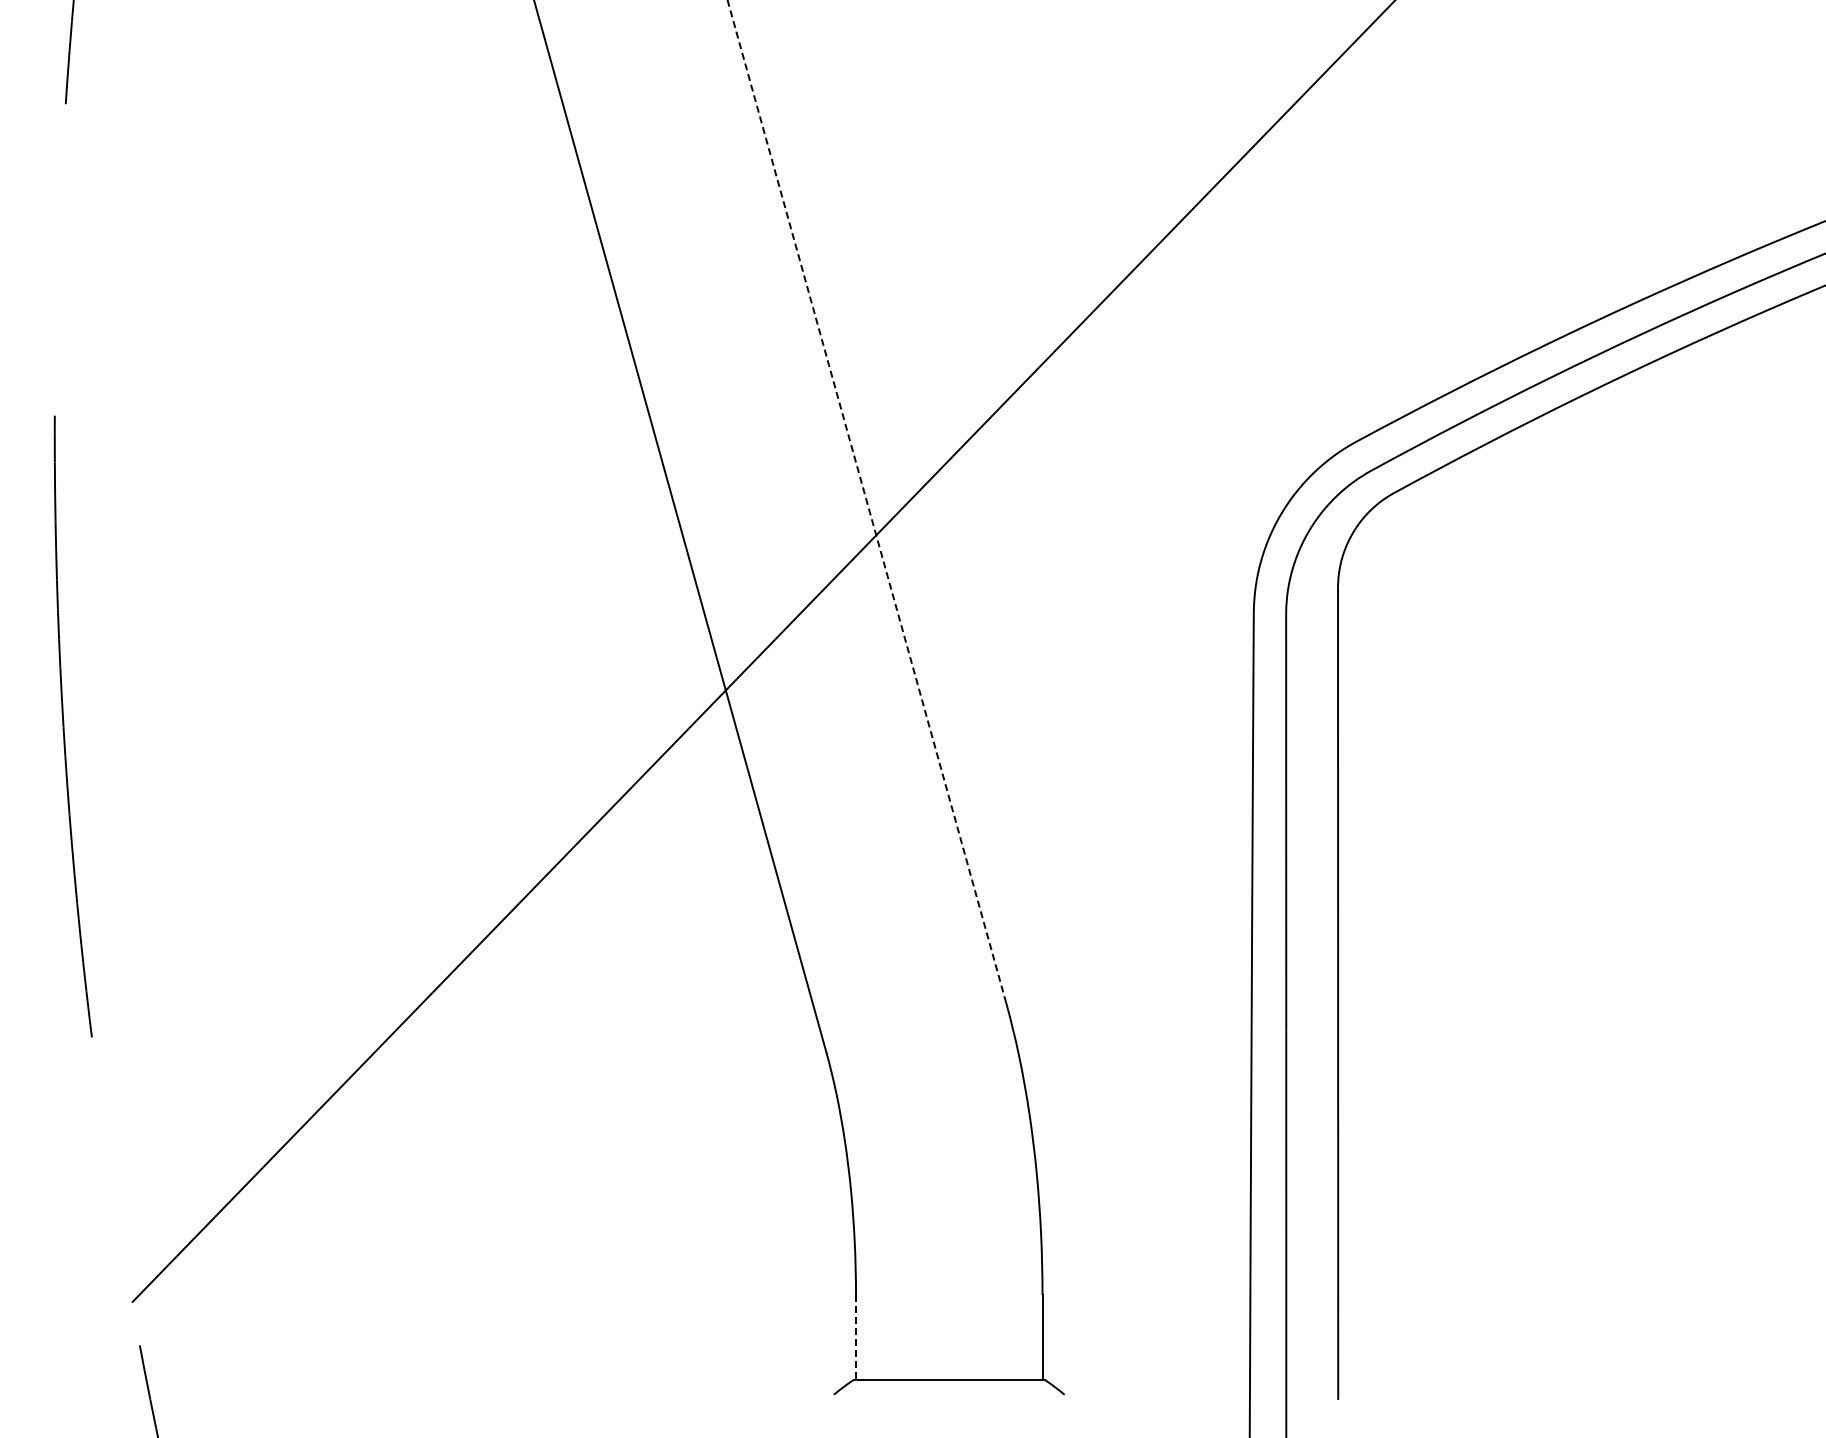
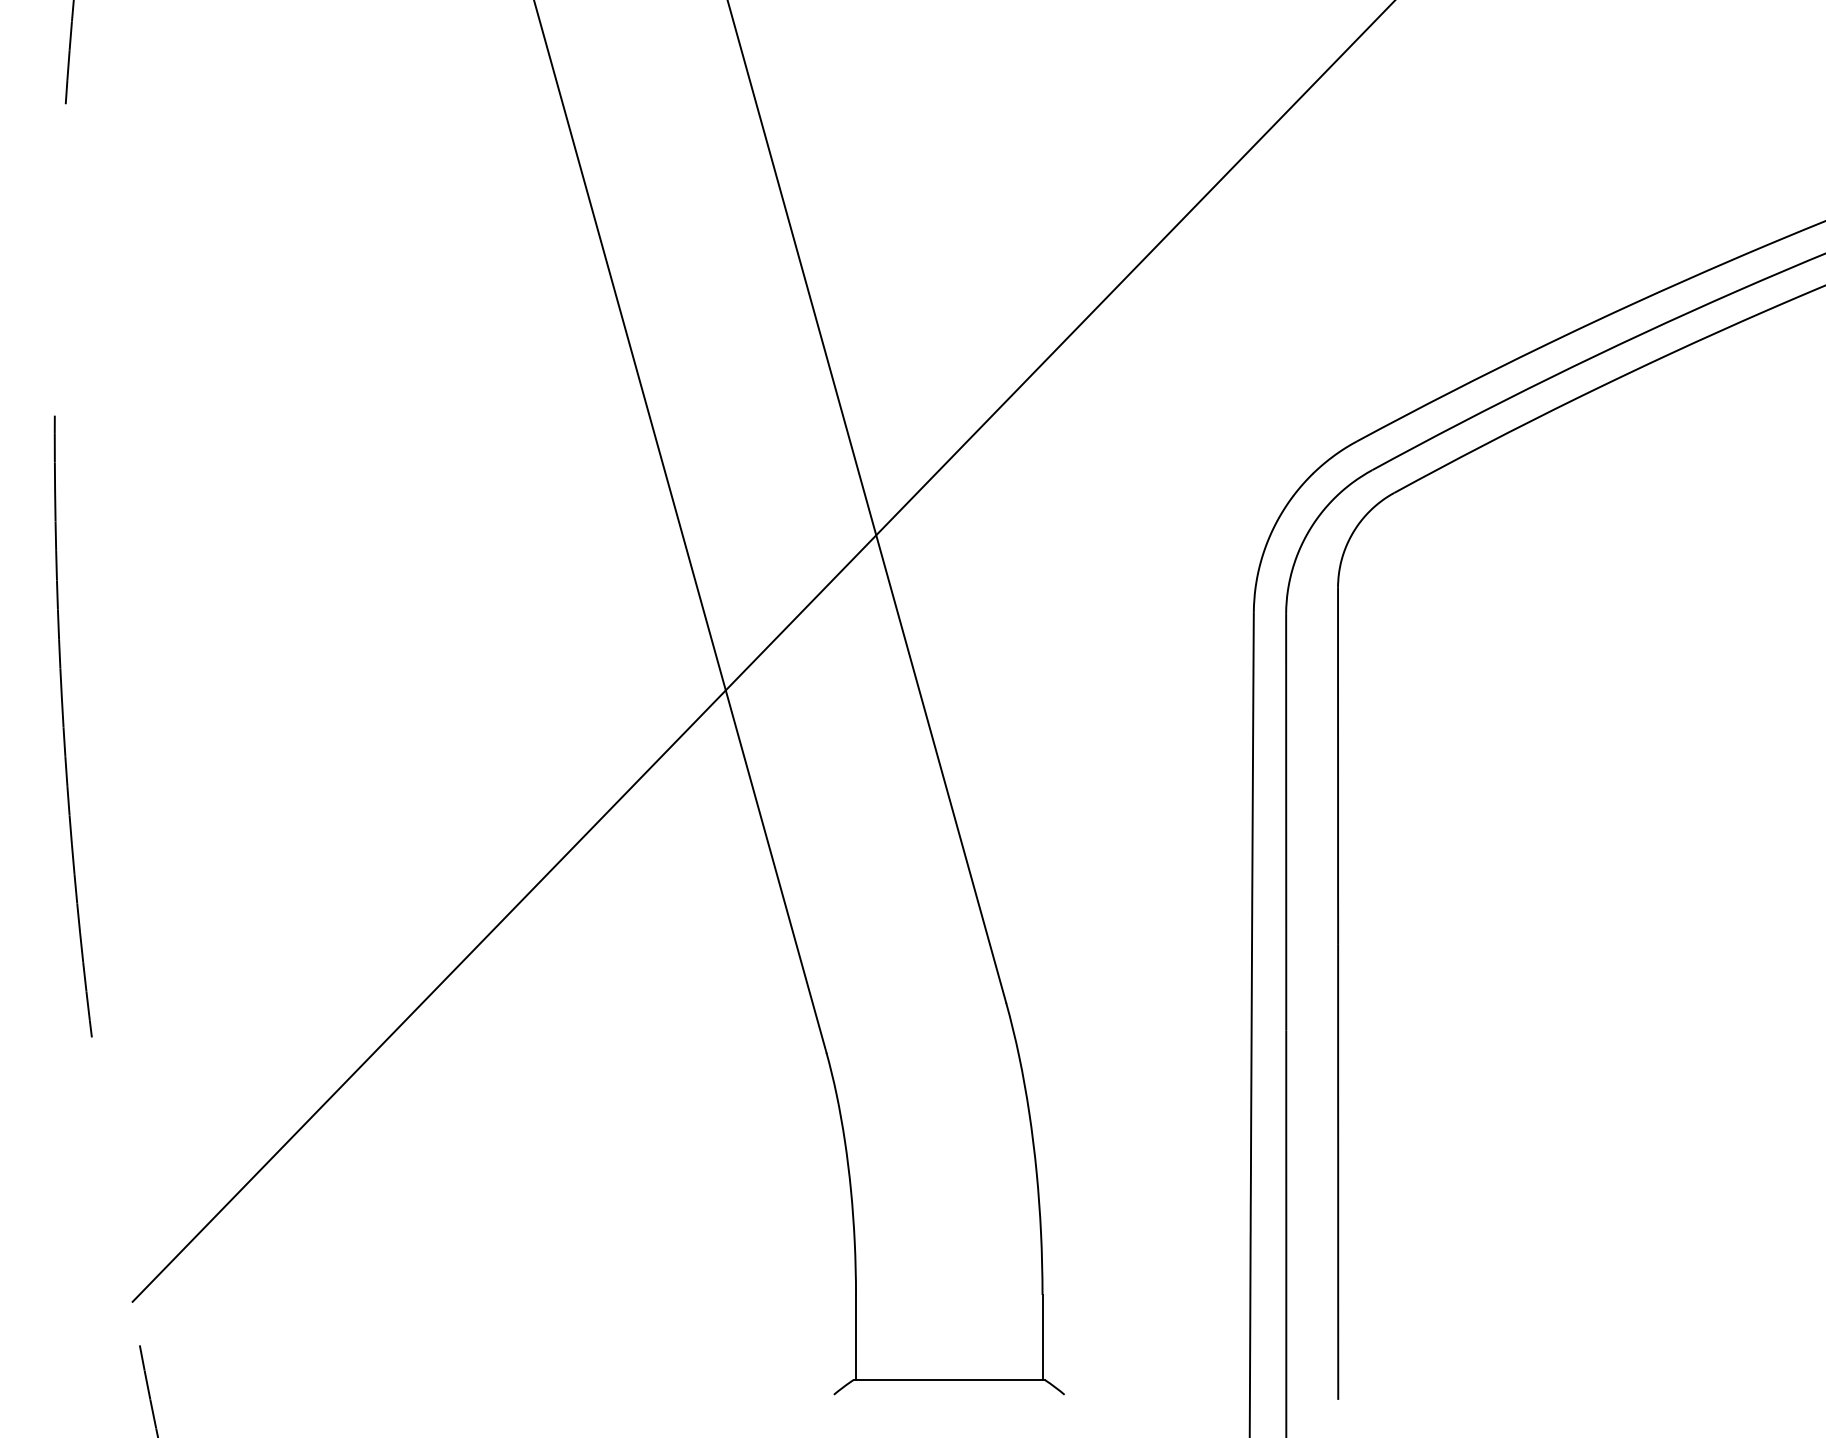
line at (866, 501): dashed -> solid
line at (856, 1337): dashed -> solid
